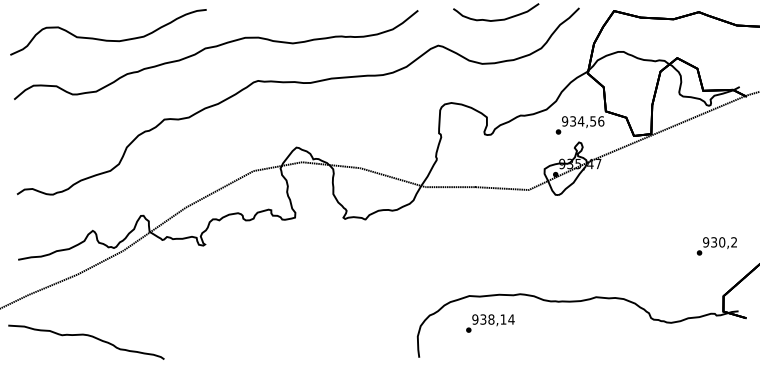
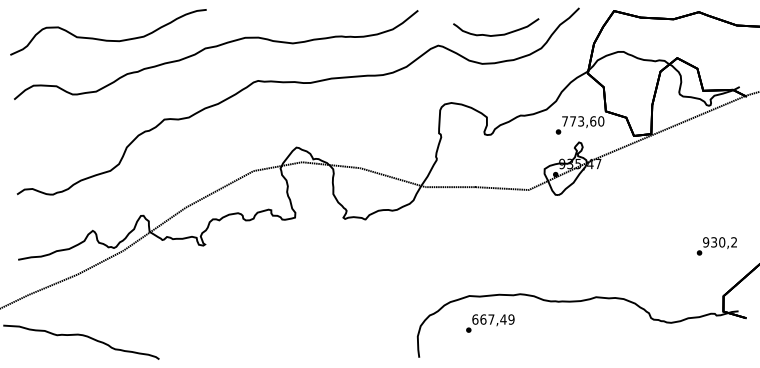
curve at (496, 19) position: (496, 19) -> (496, 34)
text at (583, 121): 934,56 -> 773,60
text at (493, 319): 938,14 -> 667,49
curve at (87, 336) position: (87, 336) -> (82, 336)
